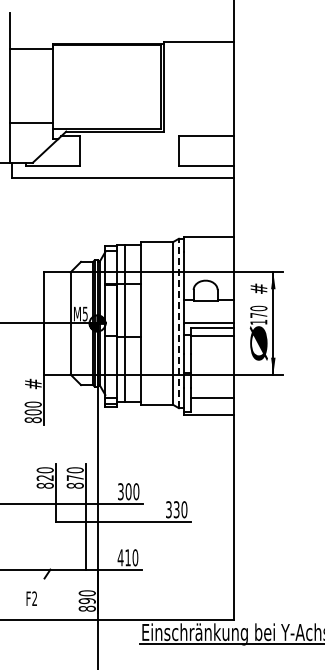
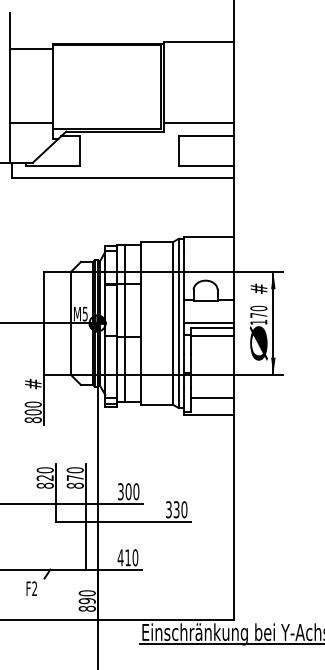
line at (198, 122): none -> present
line at (178, 323): dashed -> solid
text at (31, 598) position: (31, 598) -> (31, 588)
